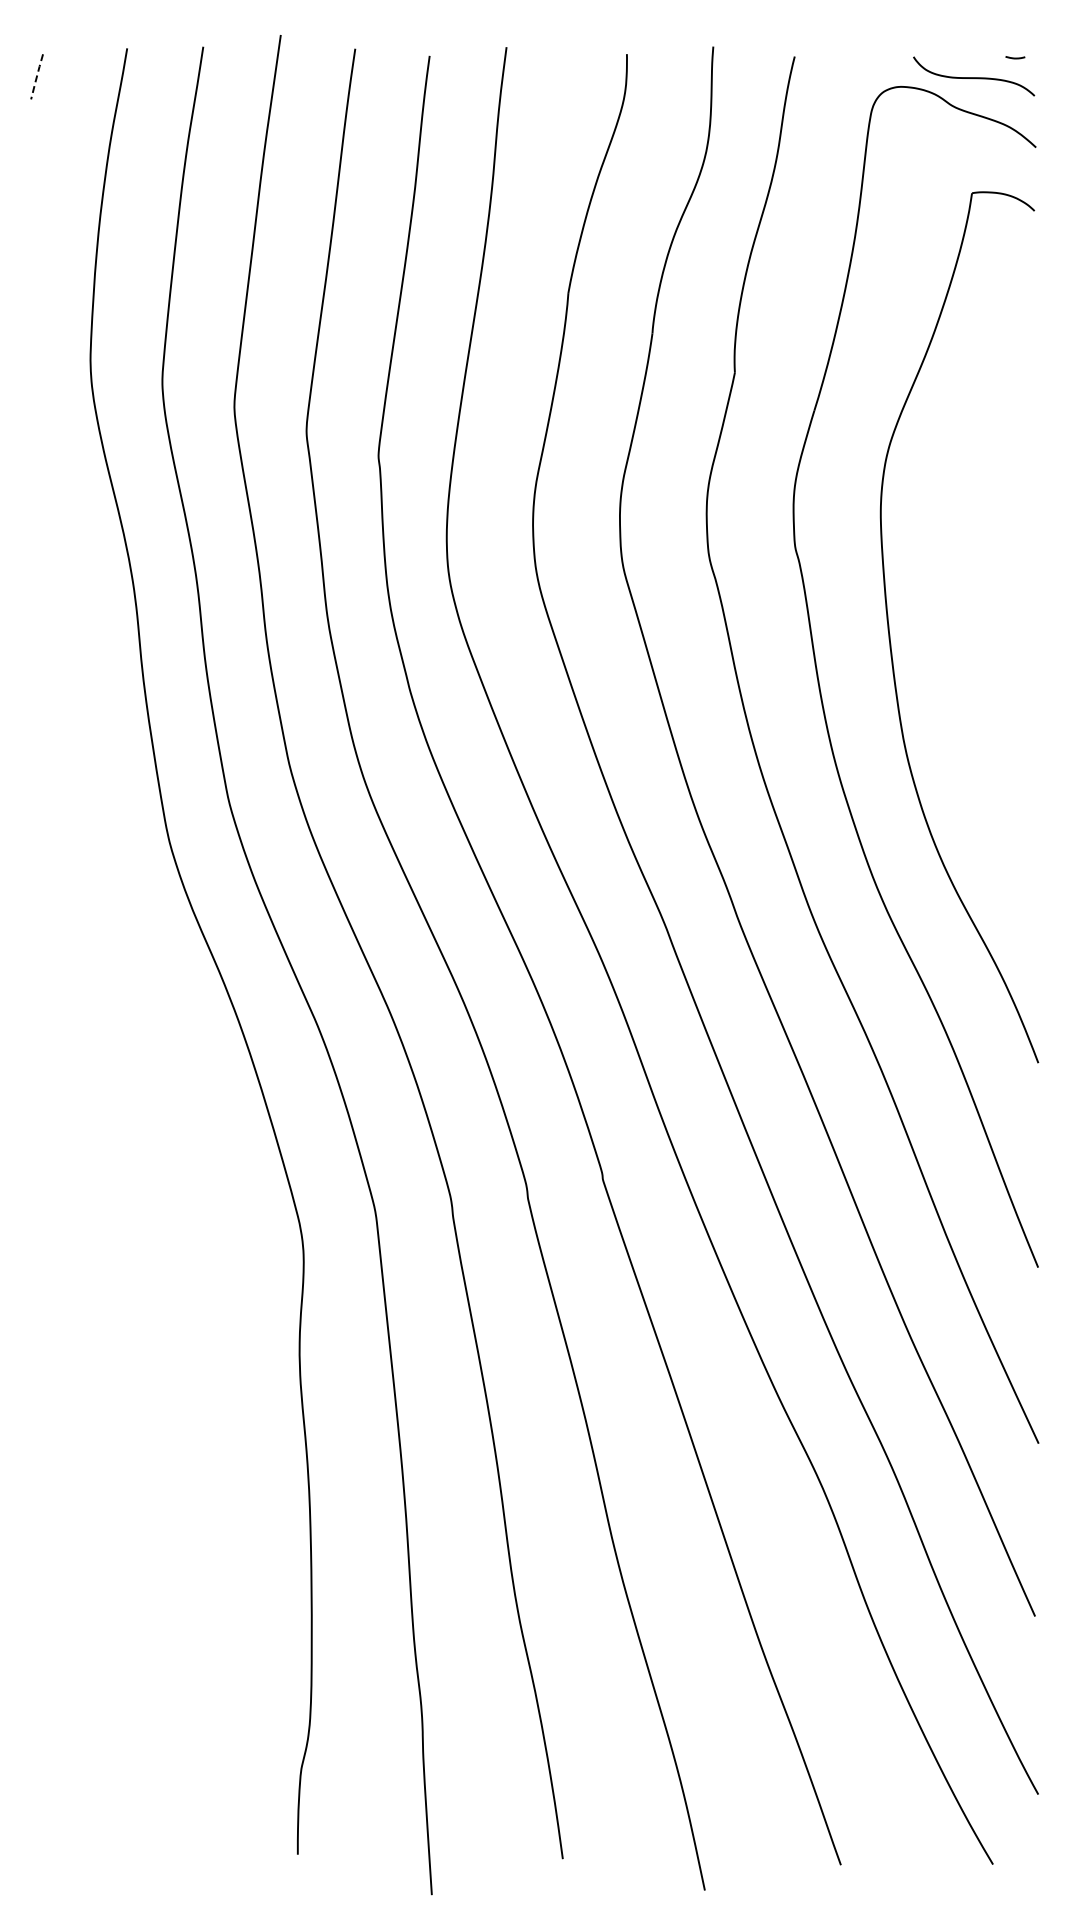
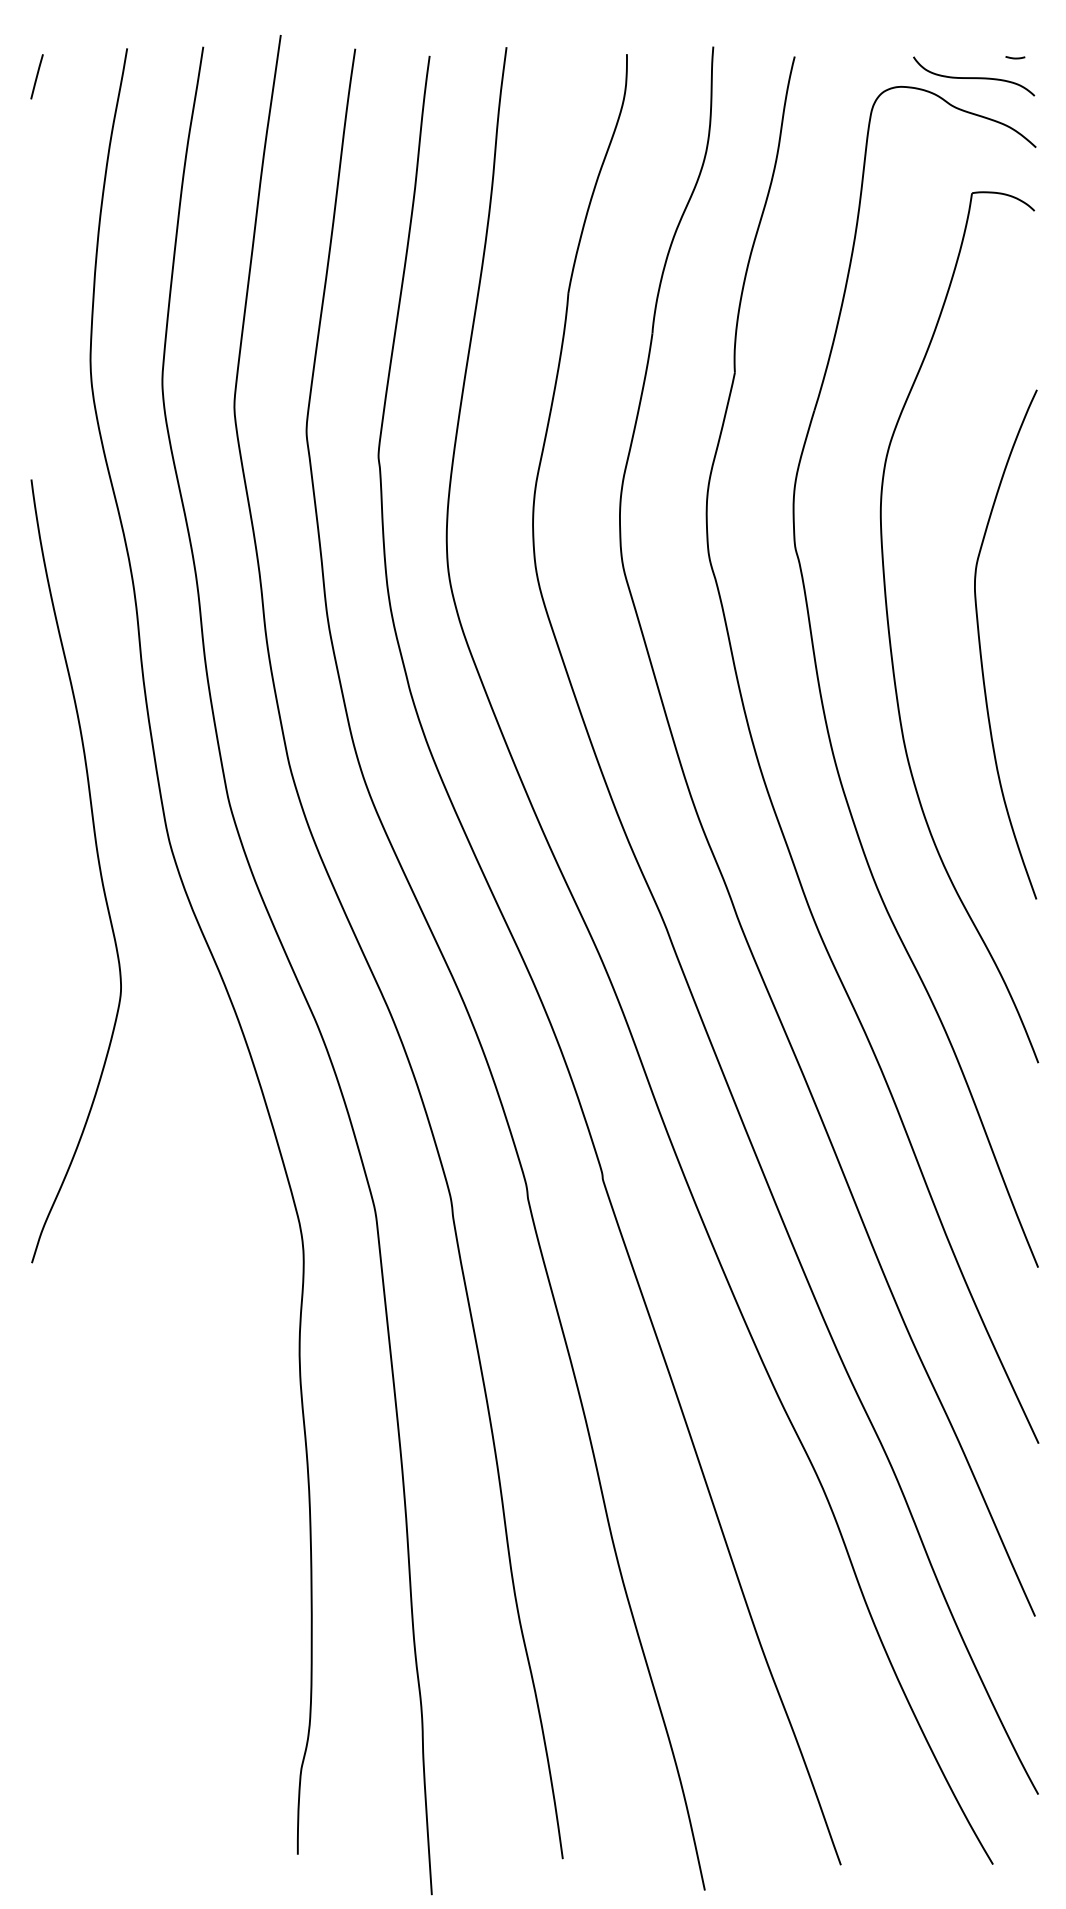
line at (36, 77): dashed -> solid
curve at (981, 649): none -> present
curve at (98, 866): none -> present
